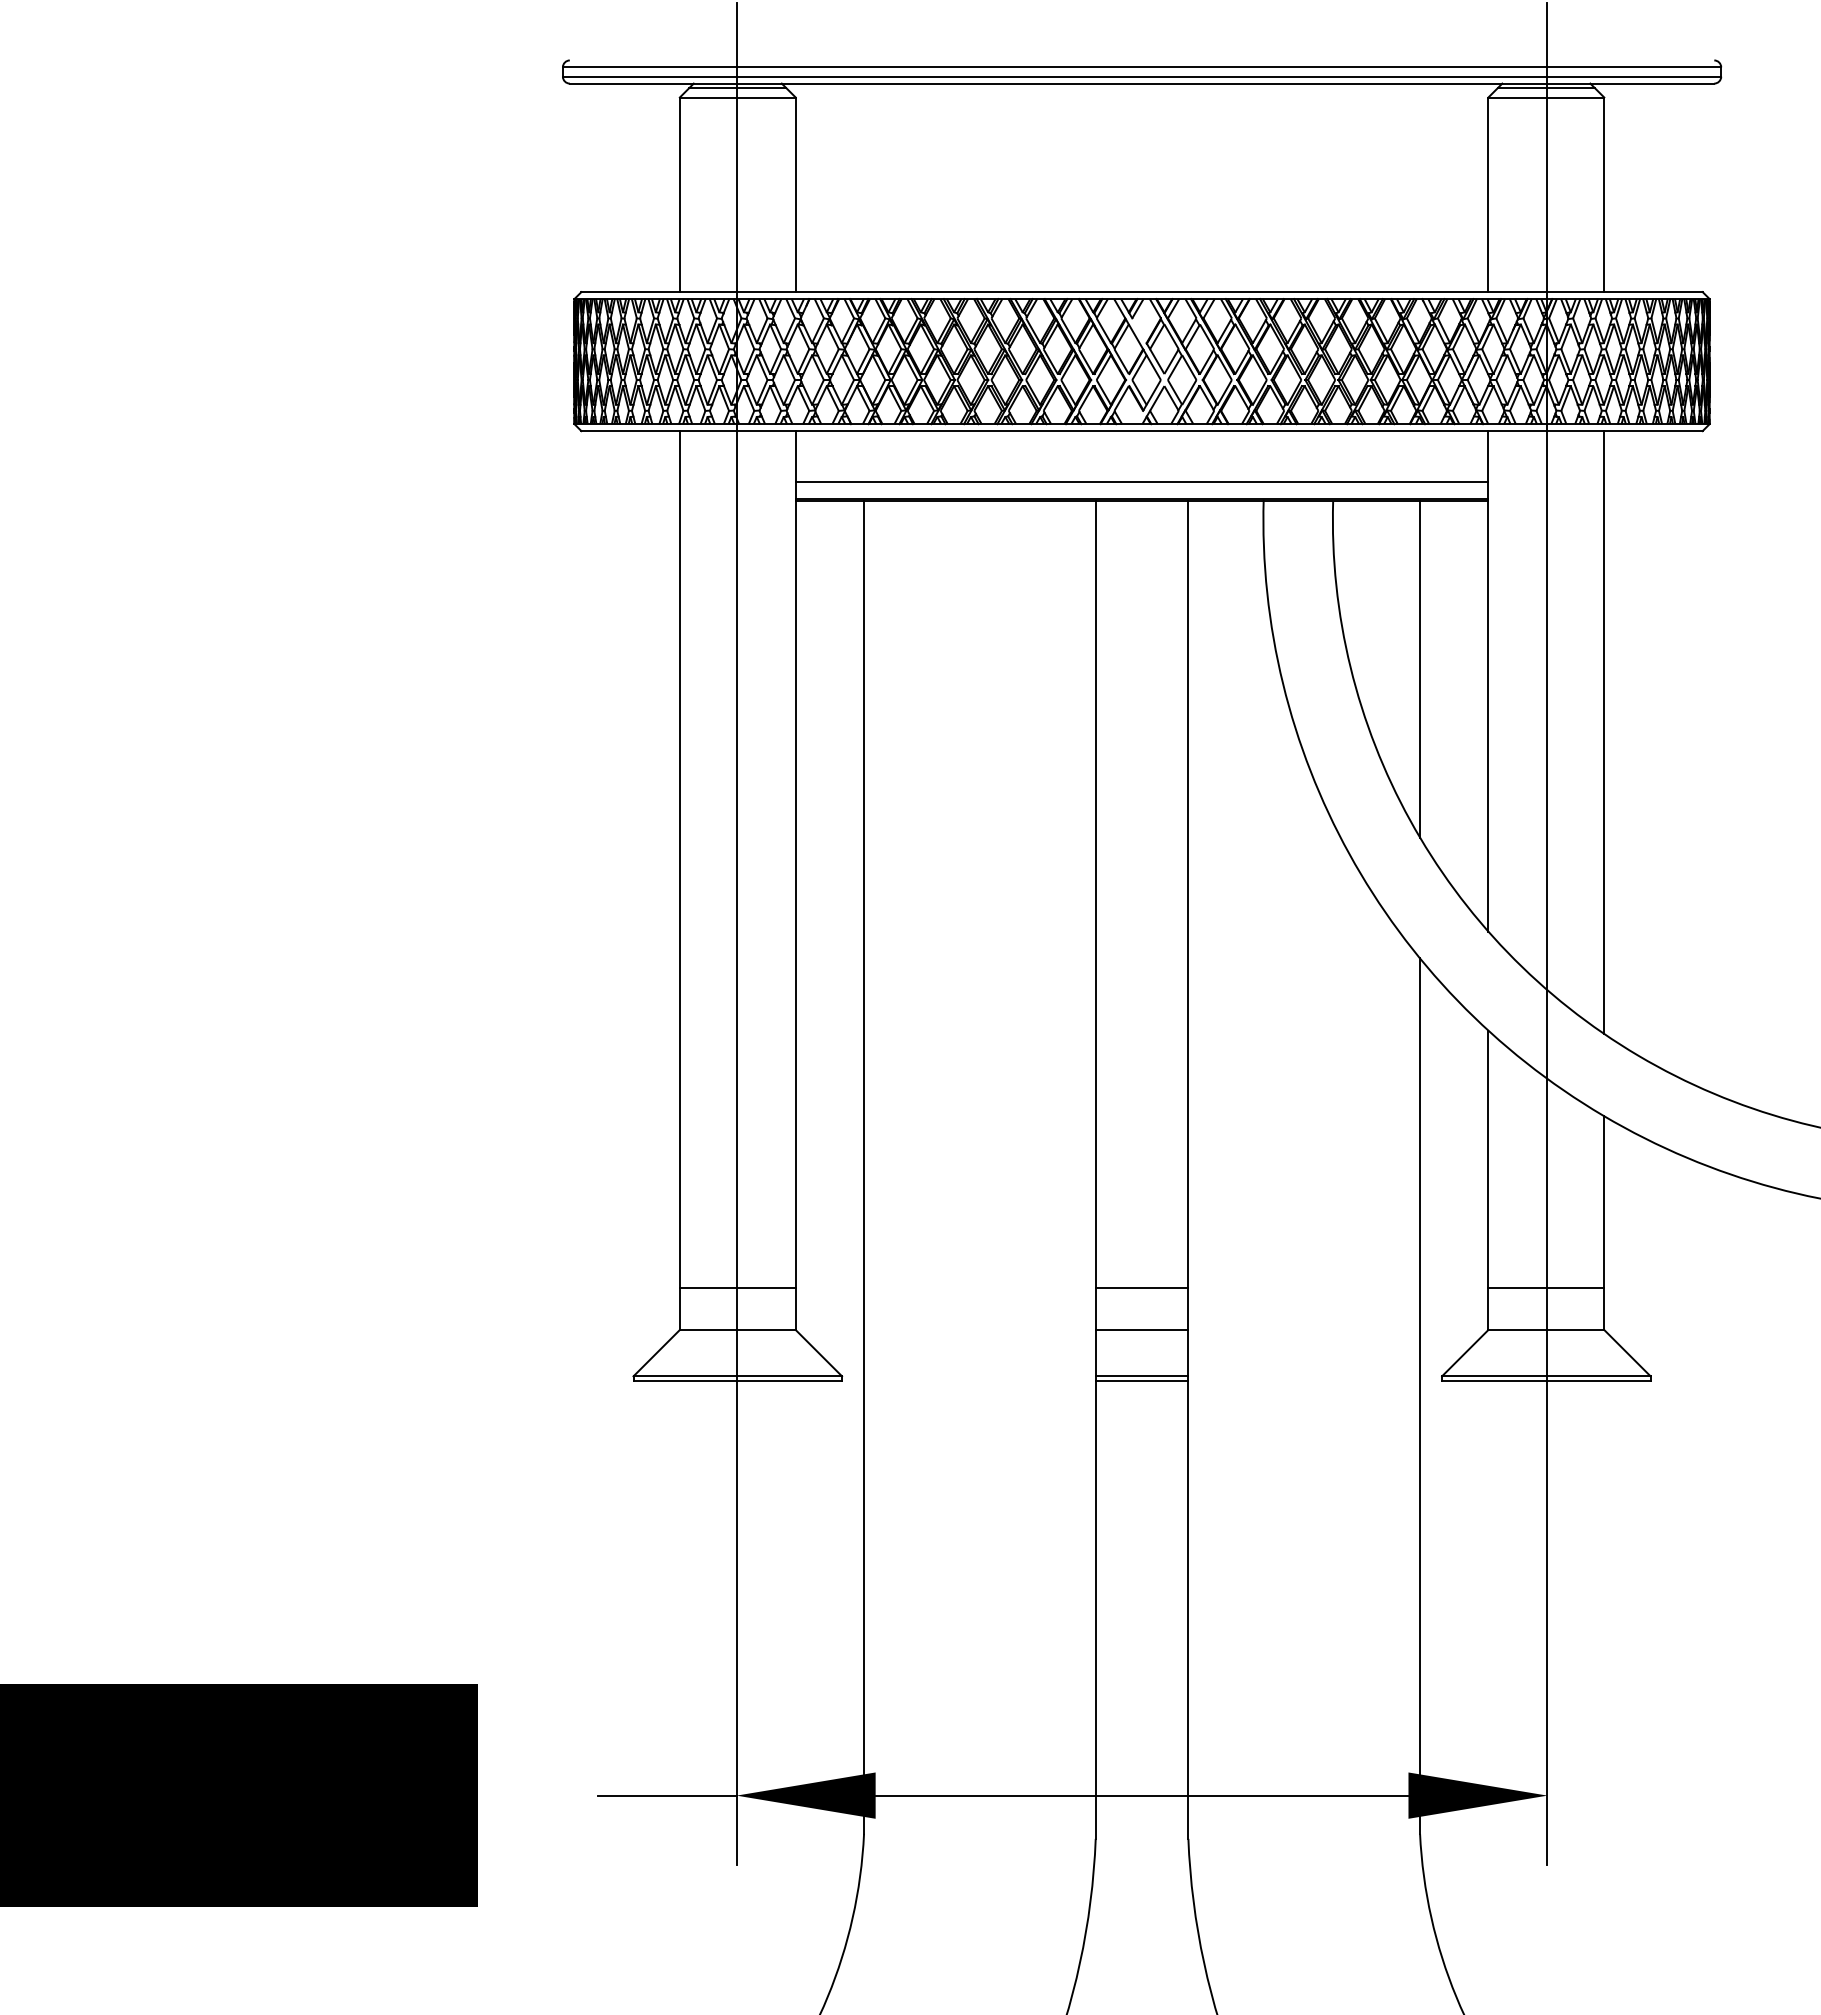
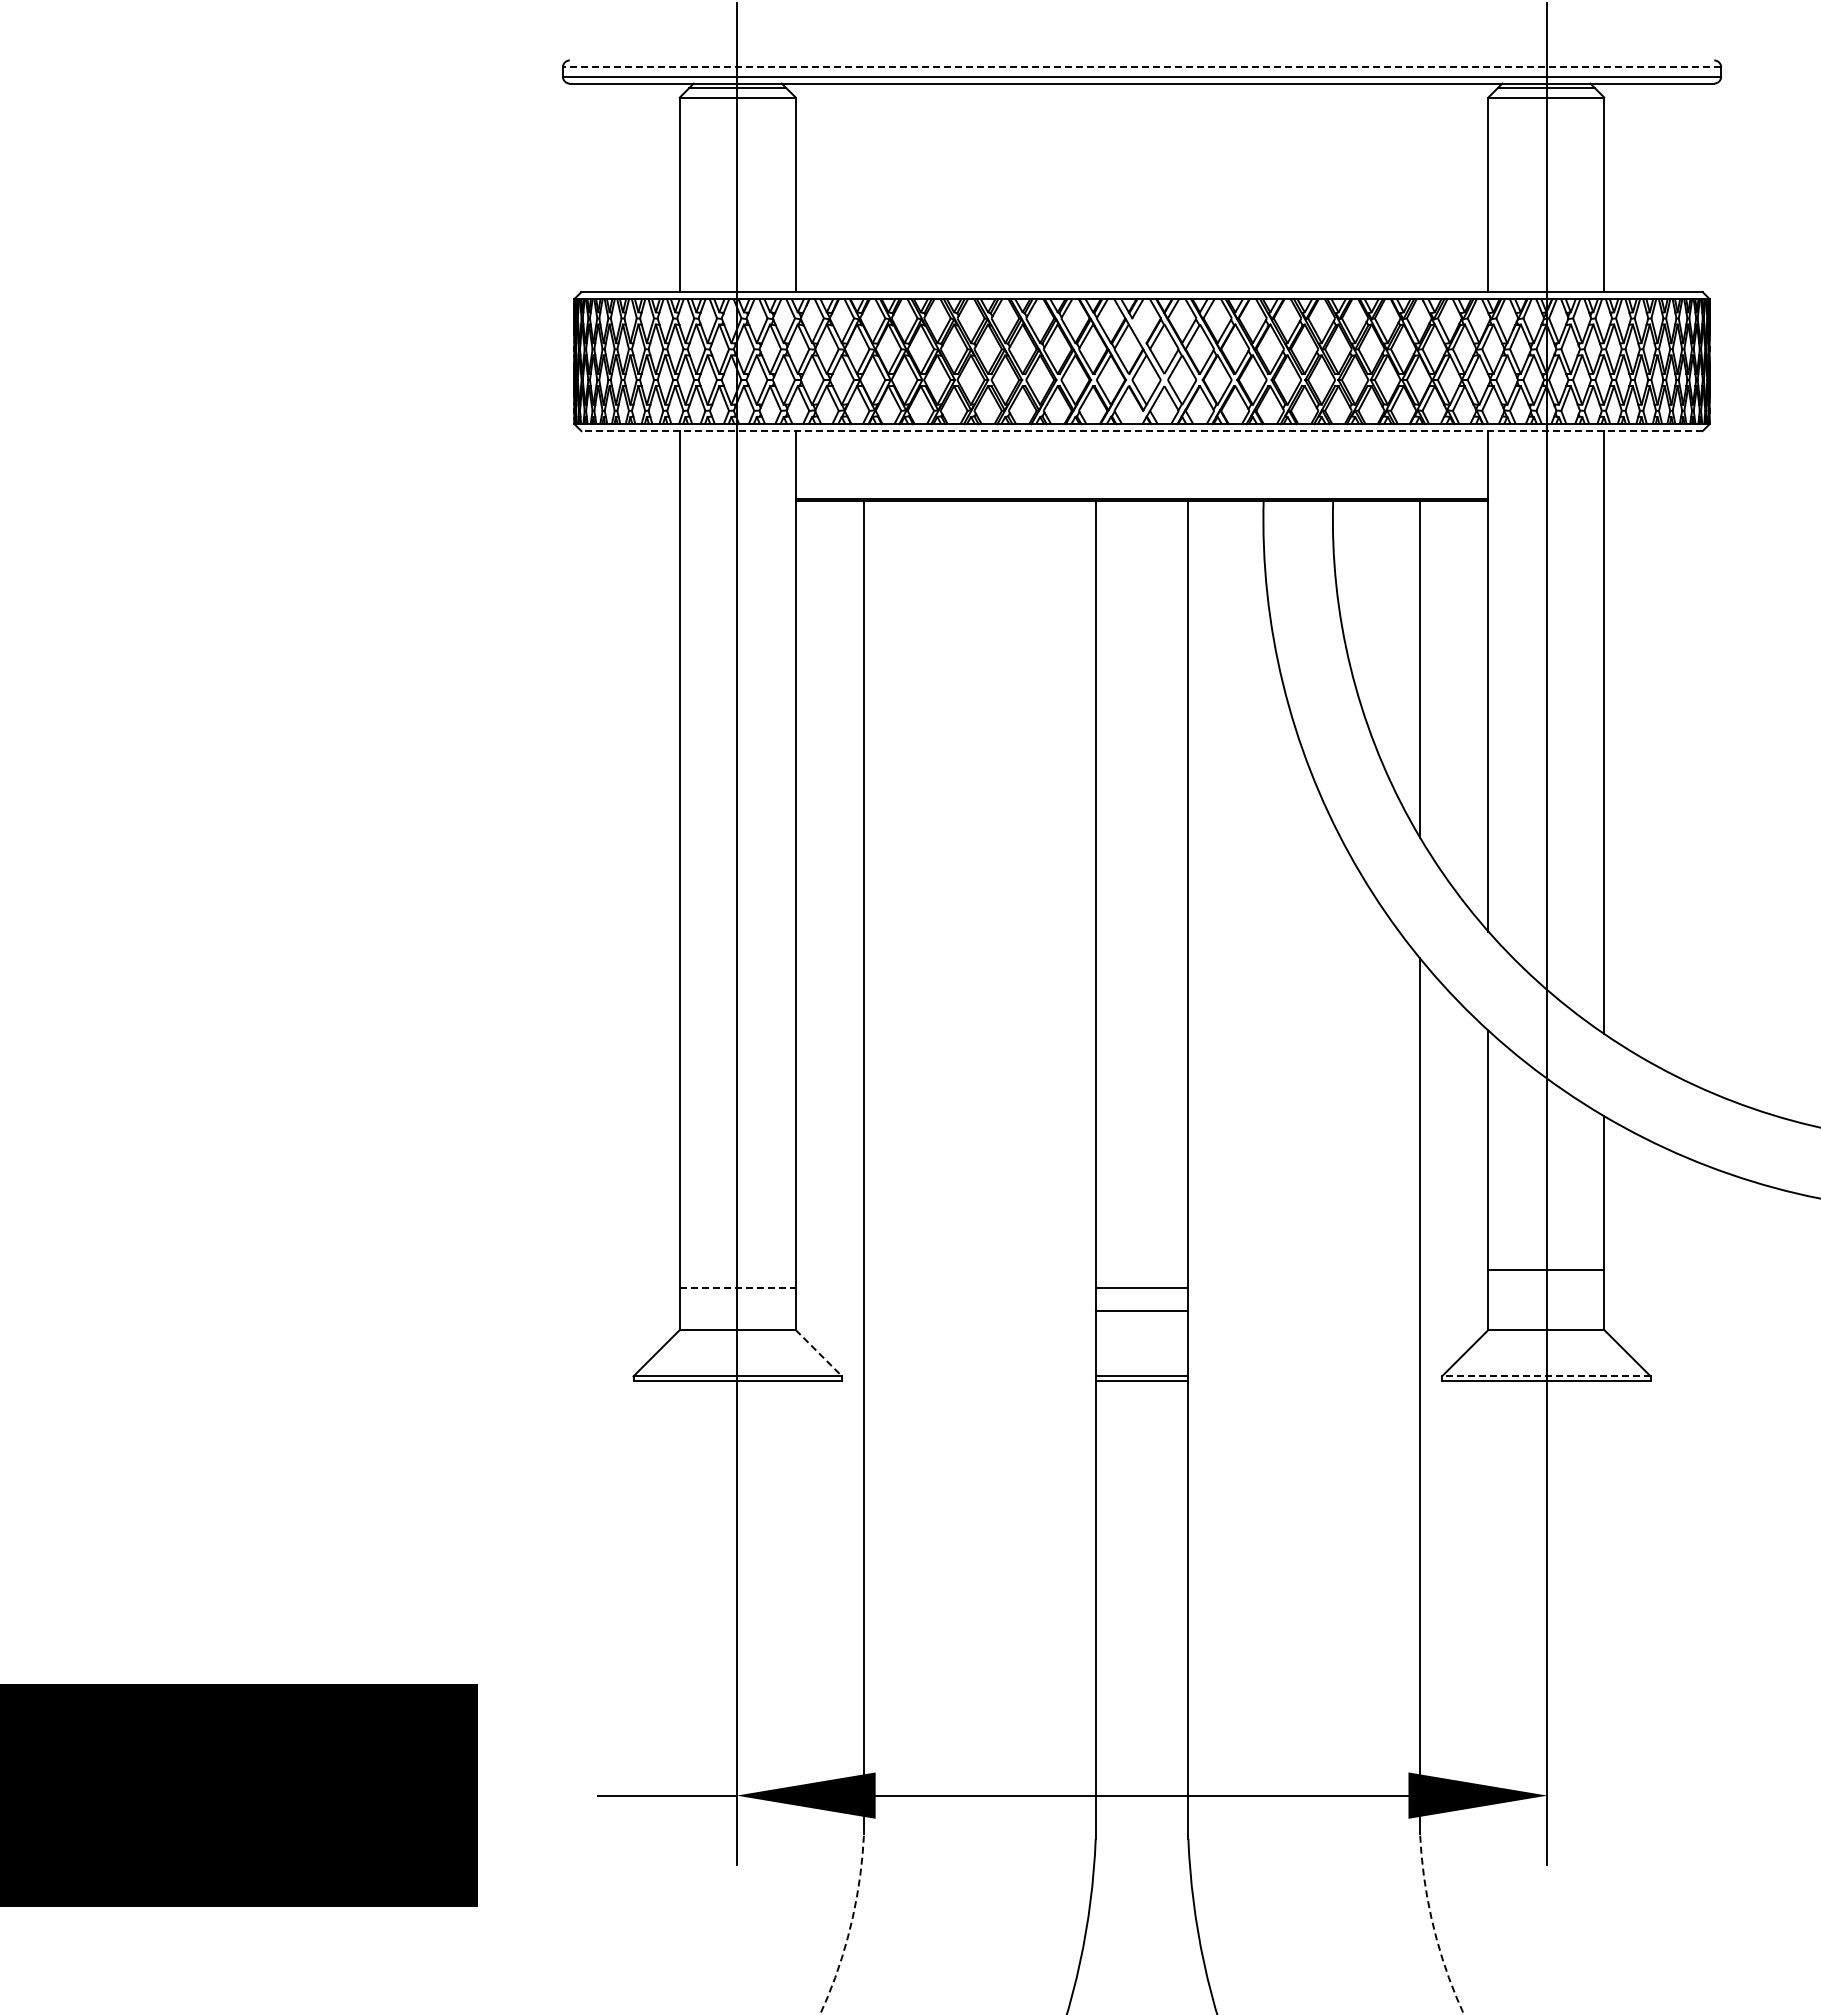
line at (1141, 67): solid -> dashed
line at (1142, 431): solid -> dashed
line at (1141, 482): present -> none
line at (737, 1288): solid -> dashed
line at (1546, 1288) position: (1546, 1288) -> (1546, 1270)
line at (1141, 1329) position: (1141, 1329) -> (1141, 1310)
line at (818, 1353): solid -> dashed
line at (1545, 1376): solid -> dashed
line at (850, 1925): solid -> dashed
line at (1433, 1925): solid -> dashed
